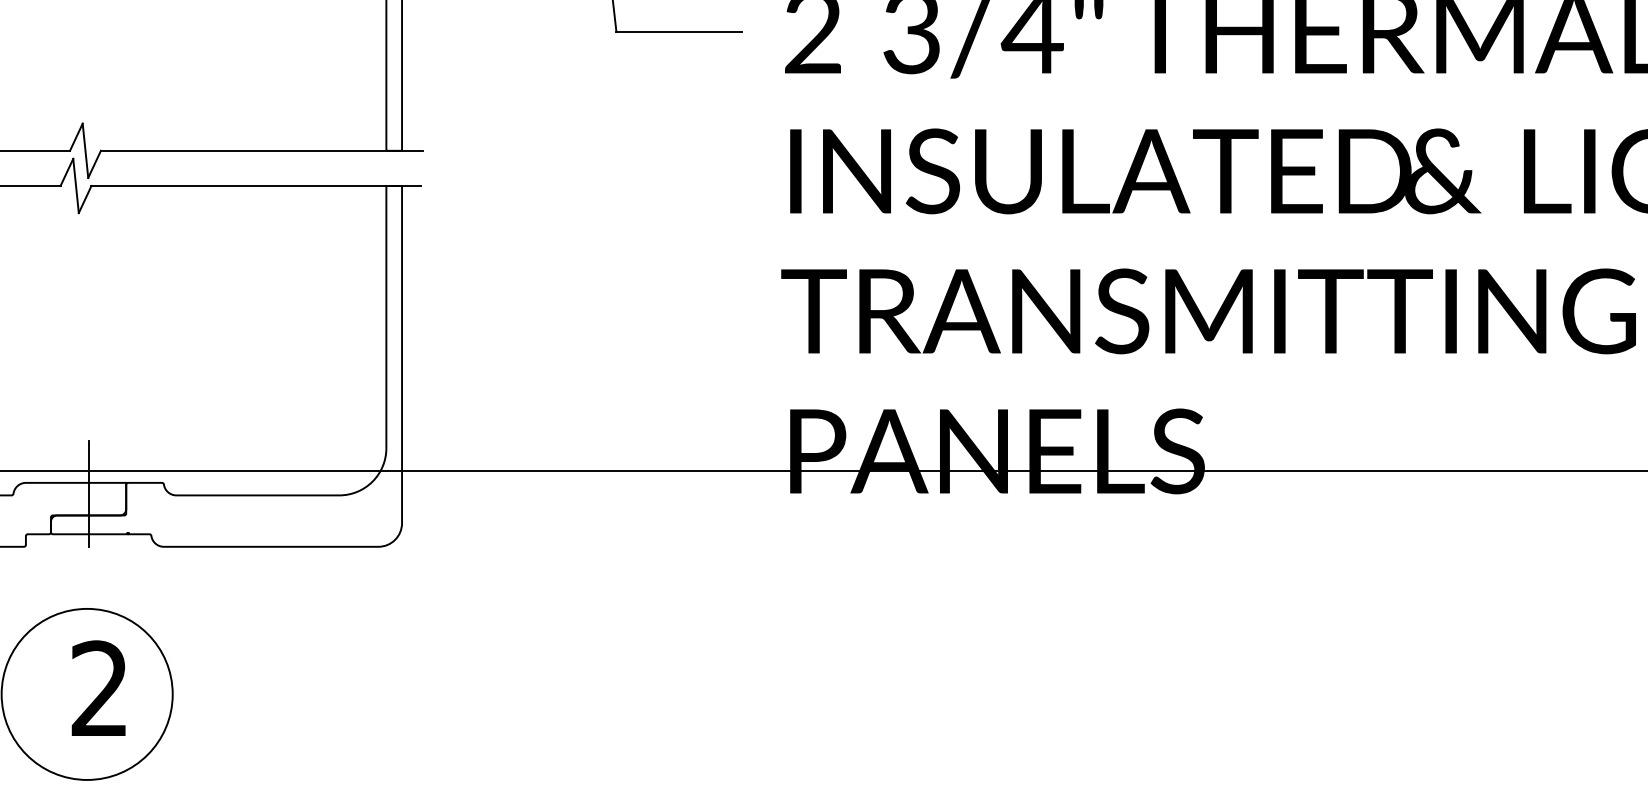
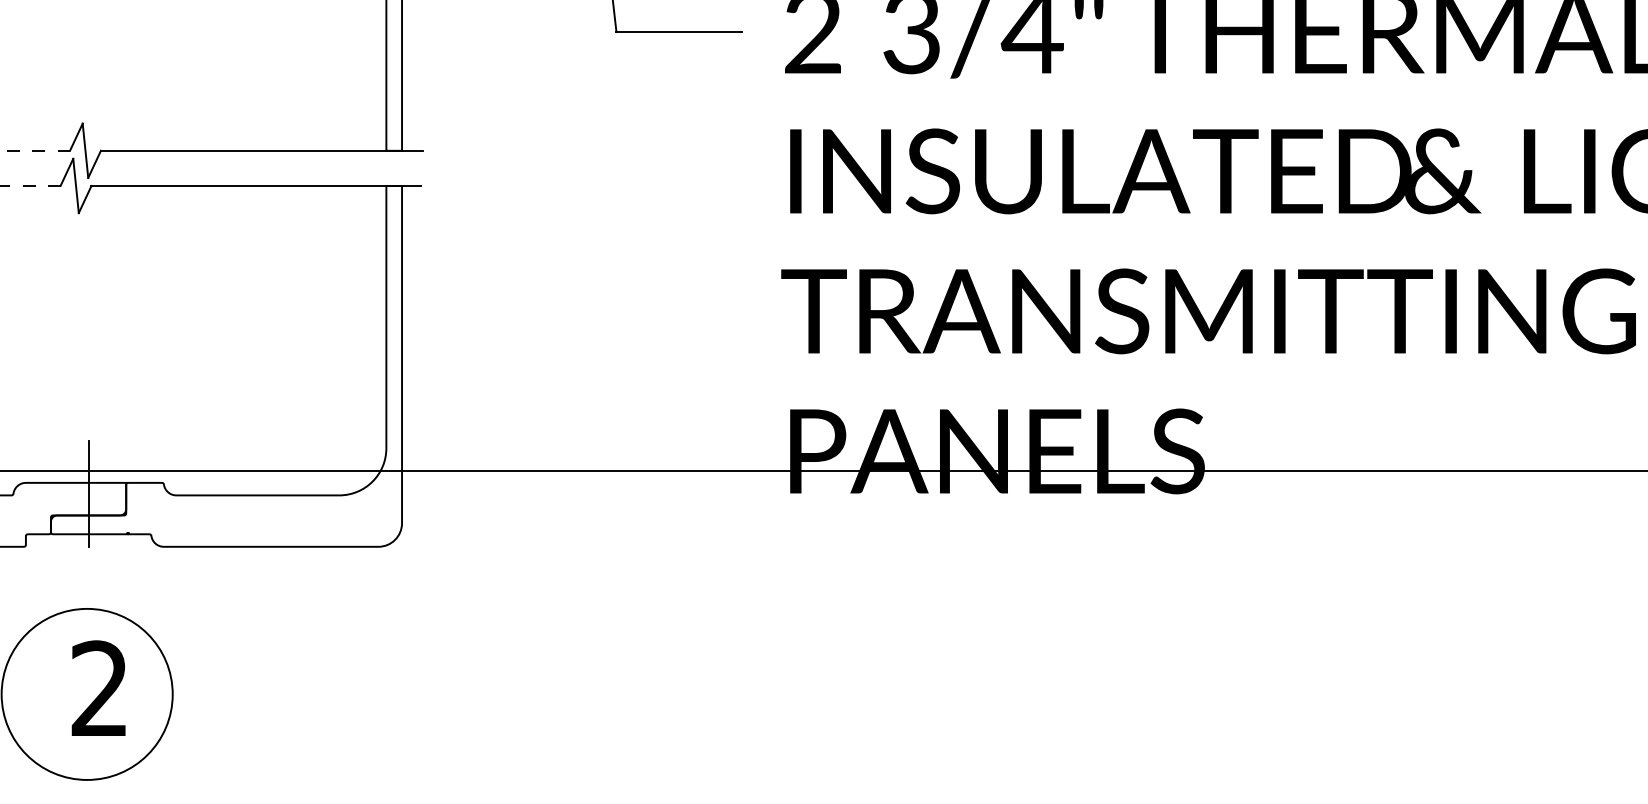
line at (35, 150): solid -> dashed
line at (30, 185): solid -> dashed
